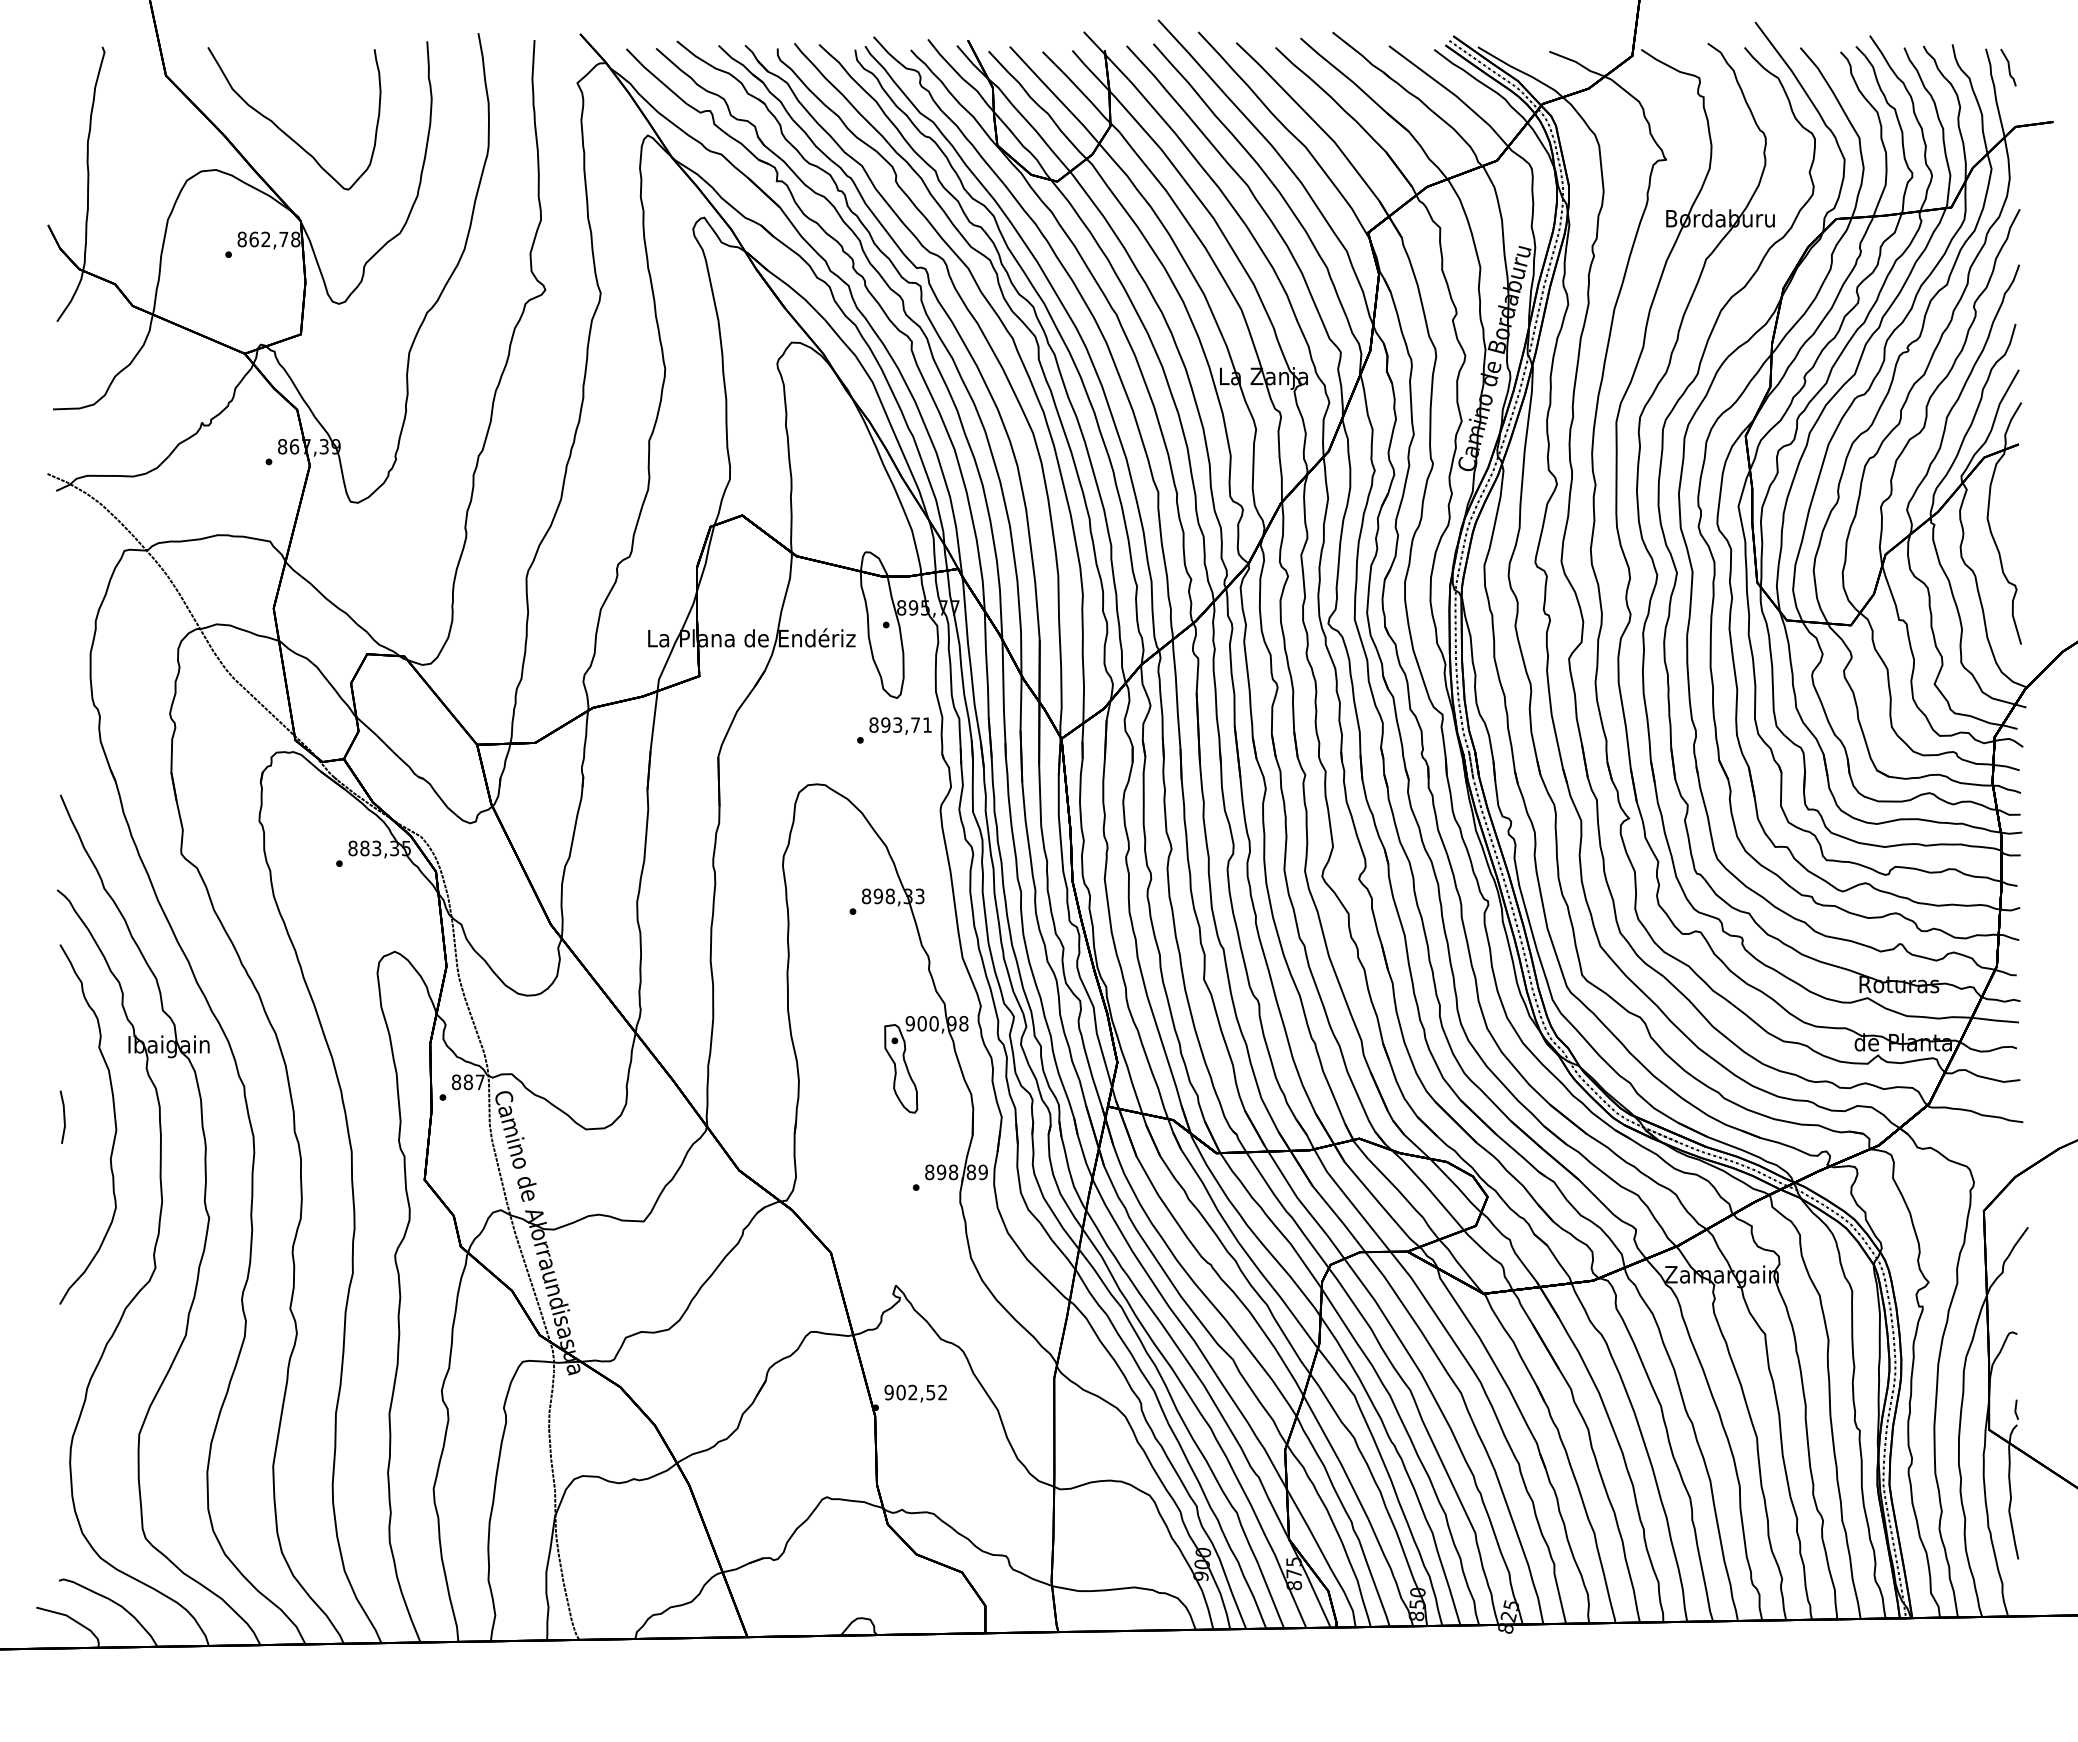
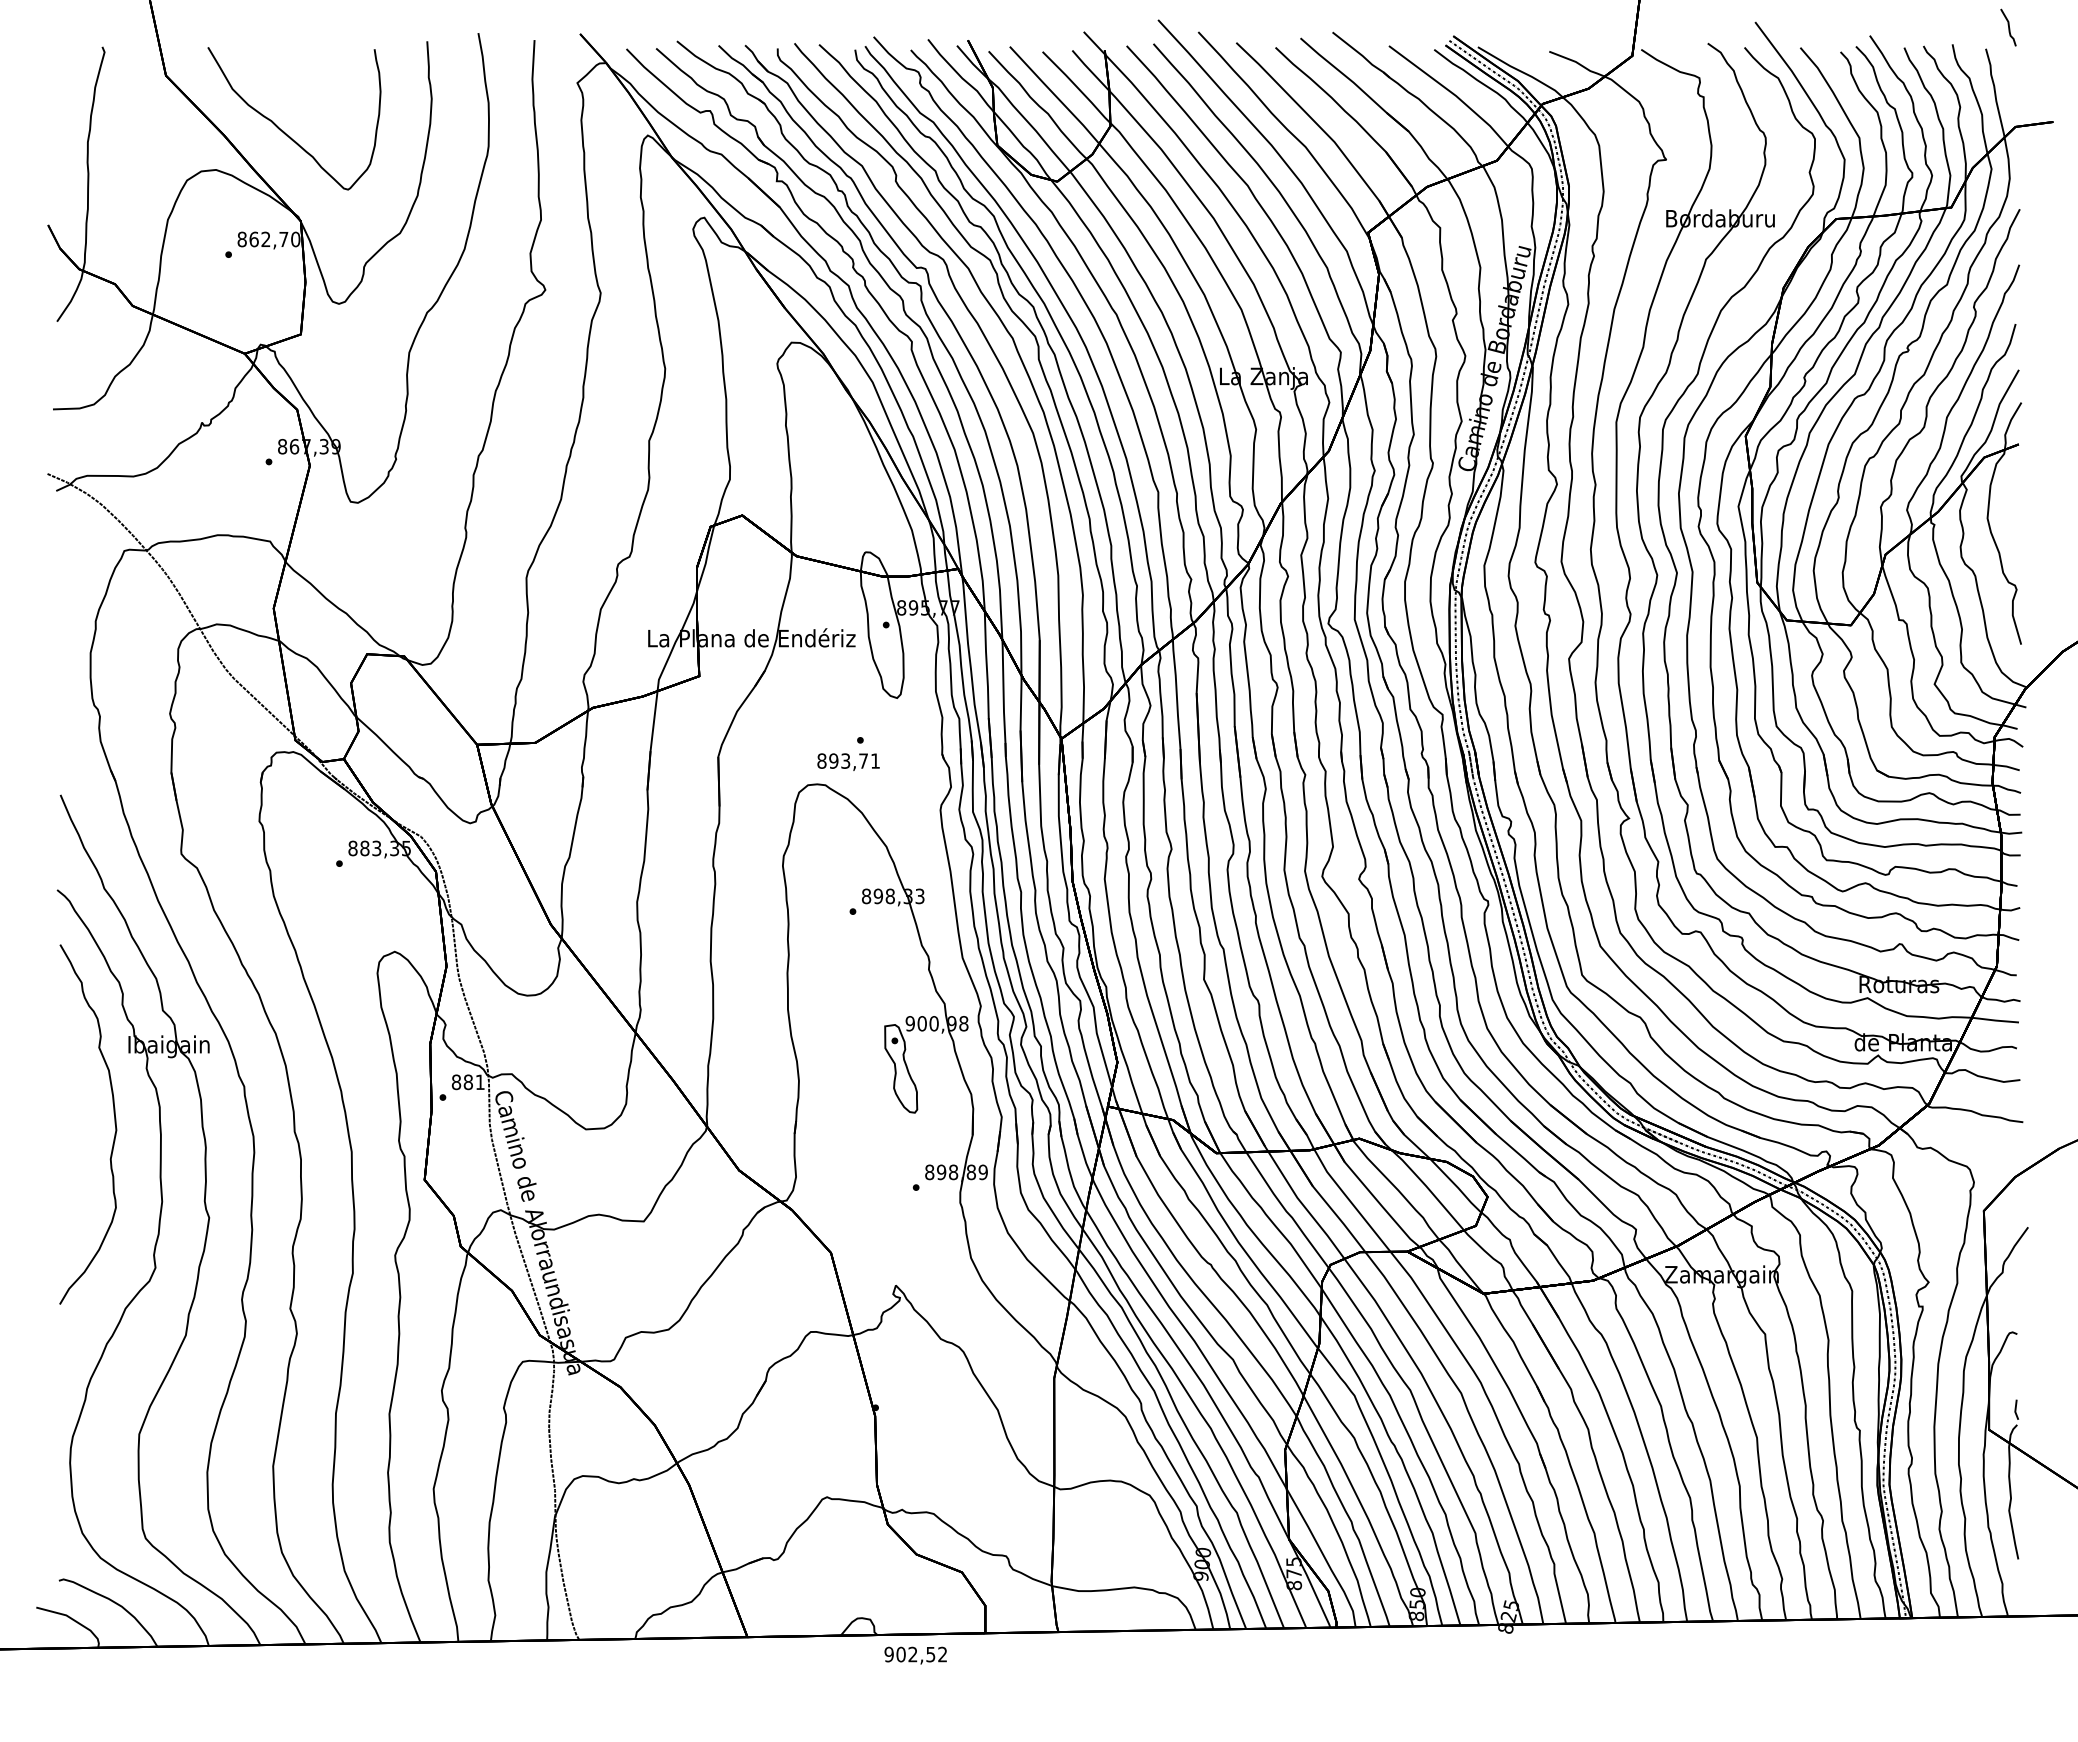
curve at (2008, 67) position: (2008, 67) -> (2008, 27)
text at (295, 239): 862,78 -> 862,70
text at (900, 725) position: (900, 725) -> (848, 761)
text at (480, 1081): 887 -> 881
line at (63, 1116): present -> none
text at (915, 1393) position: (915, 1393) -> (915, 1655)
